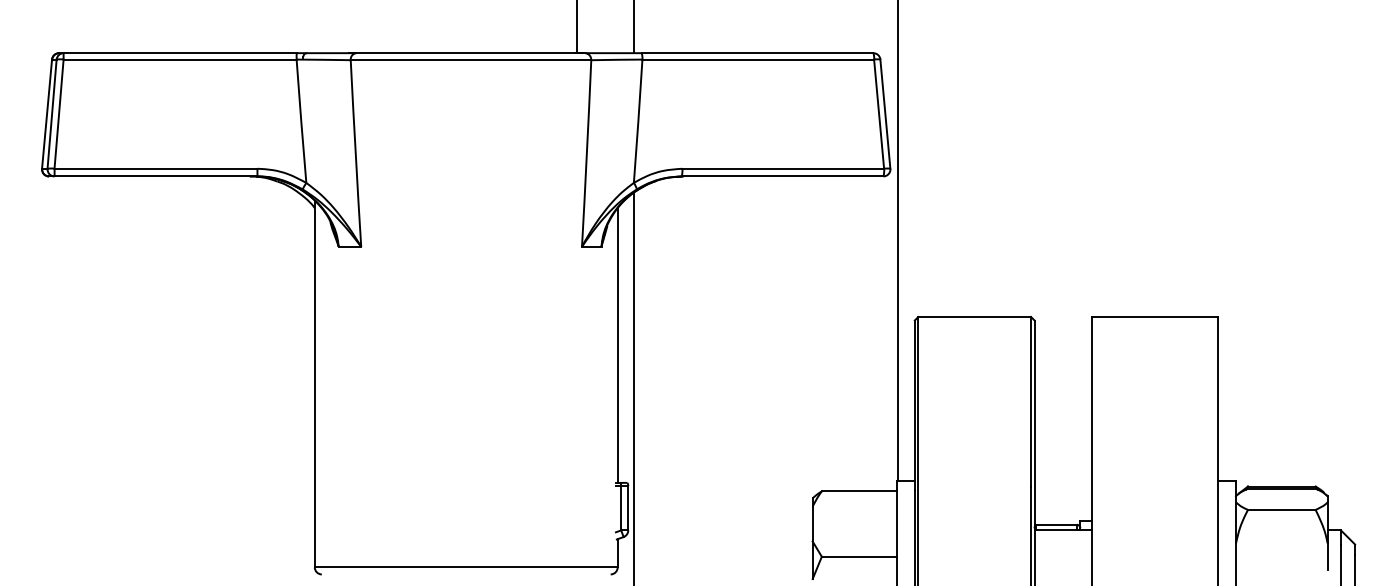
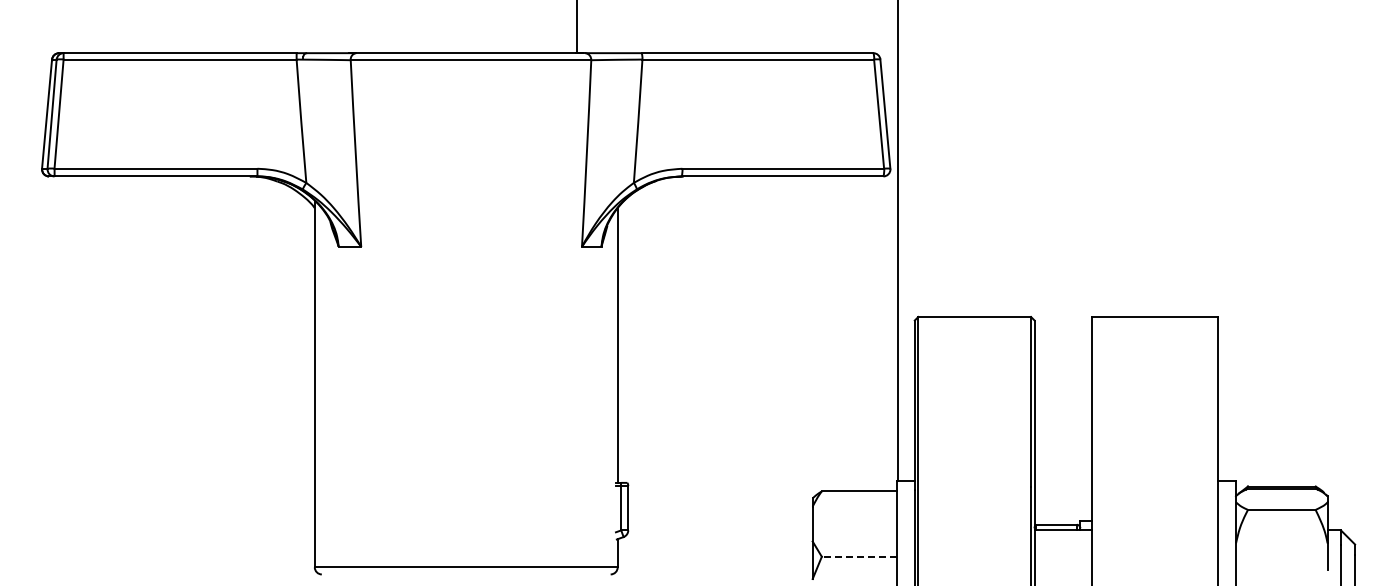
line at (633, 27): present -> none
line at (633, 387): present -> none
line at (859, 556): solid -> dashed
